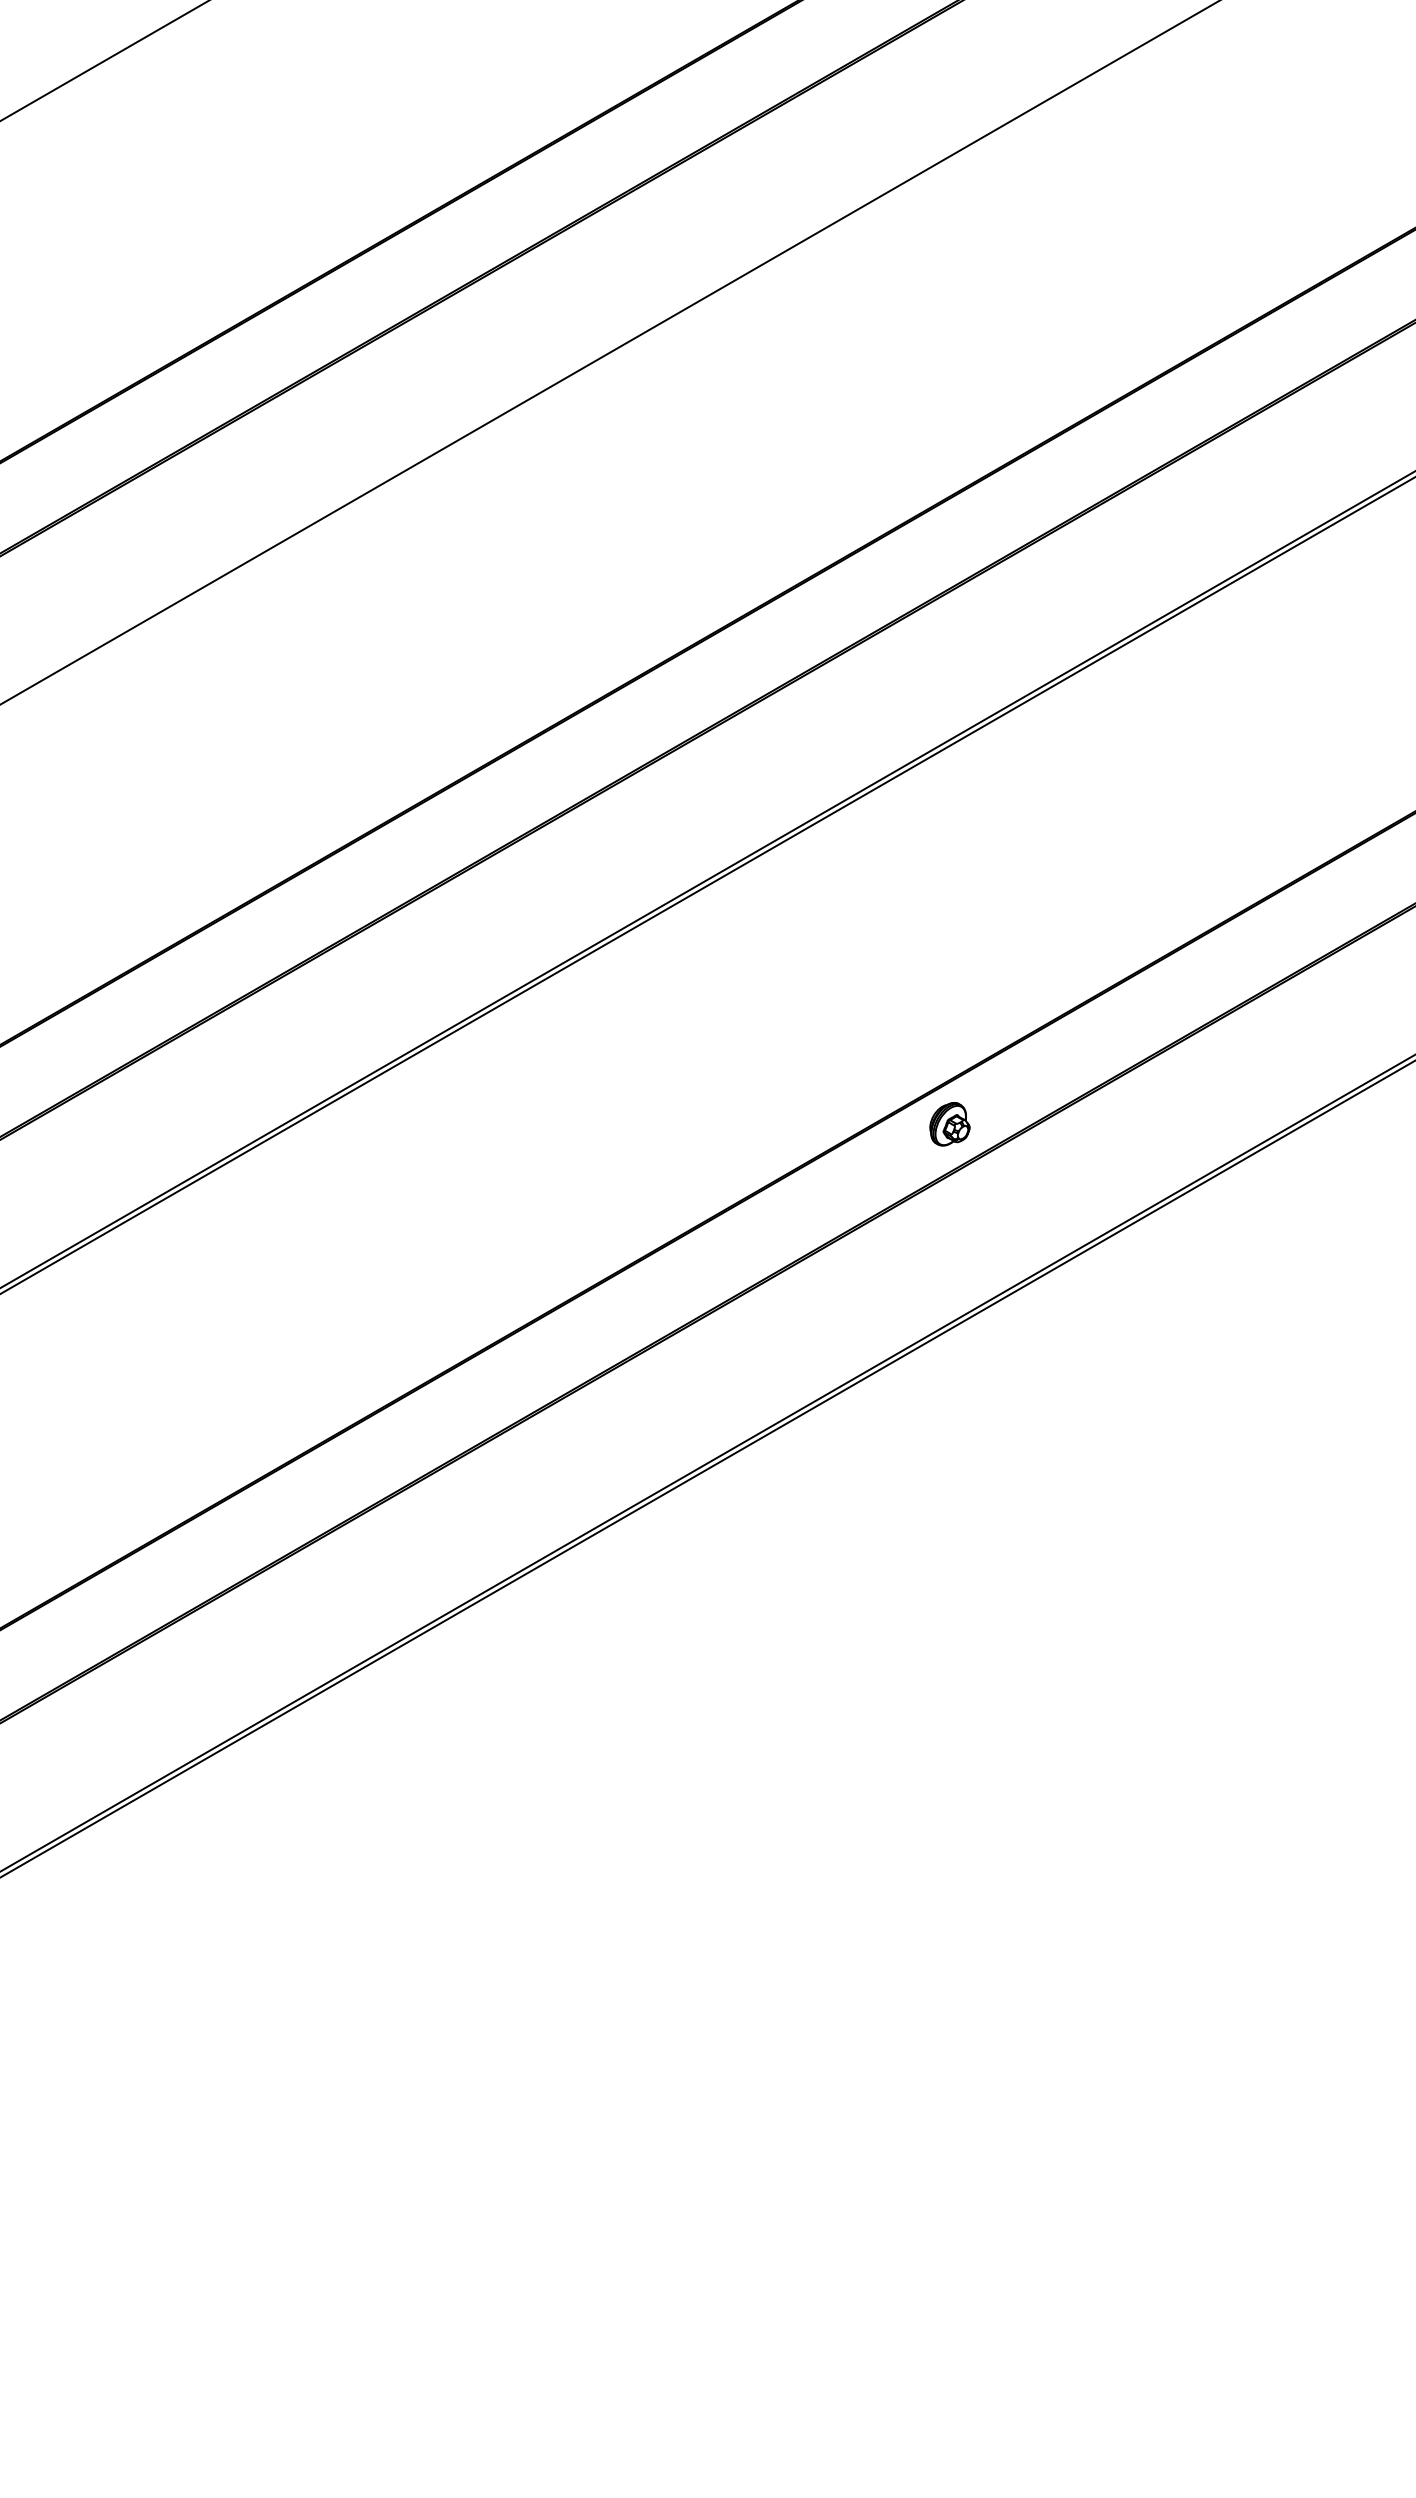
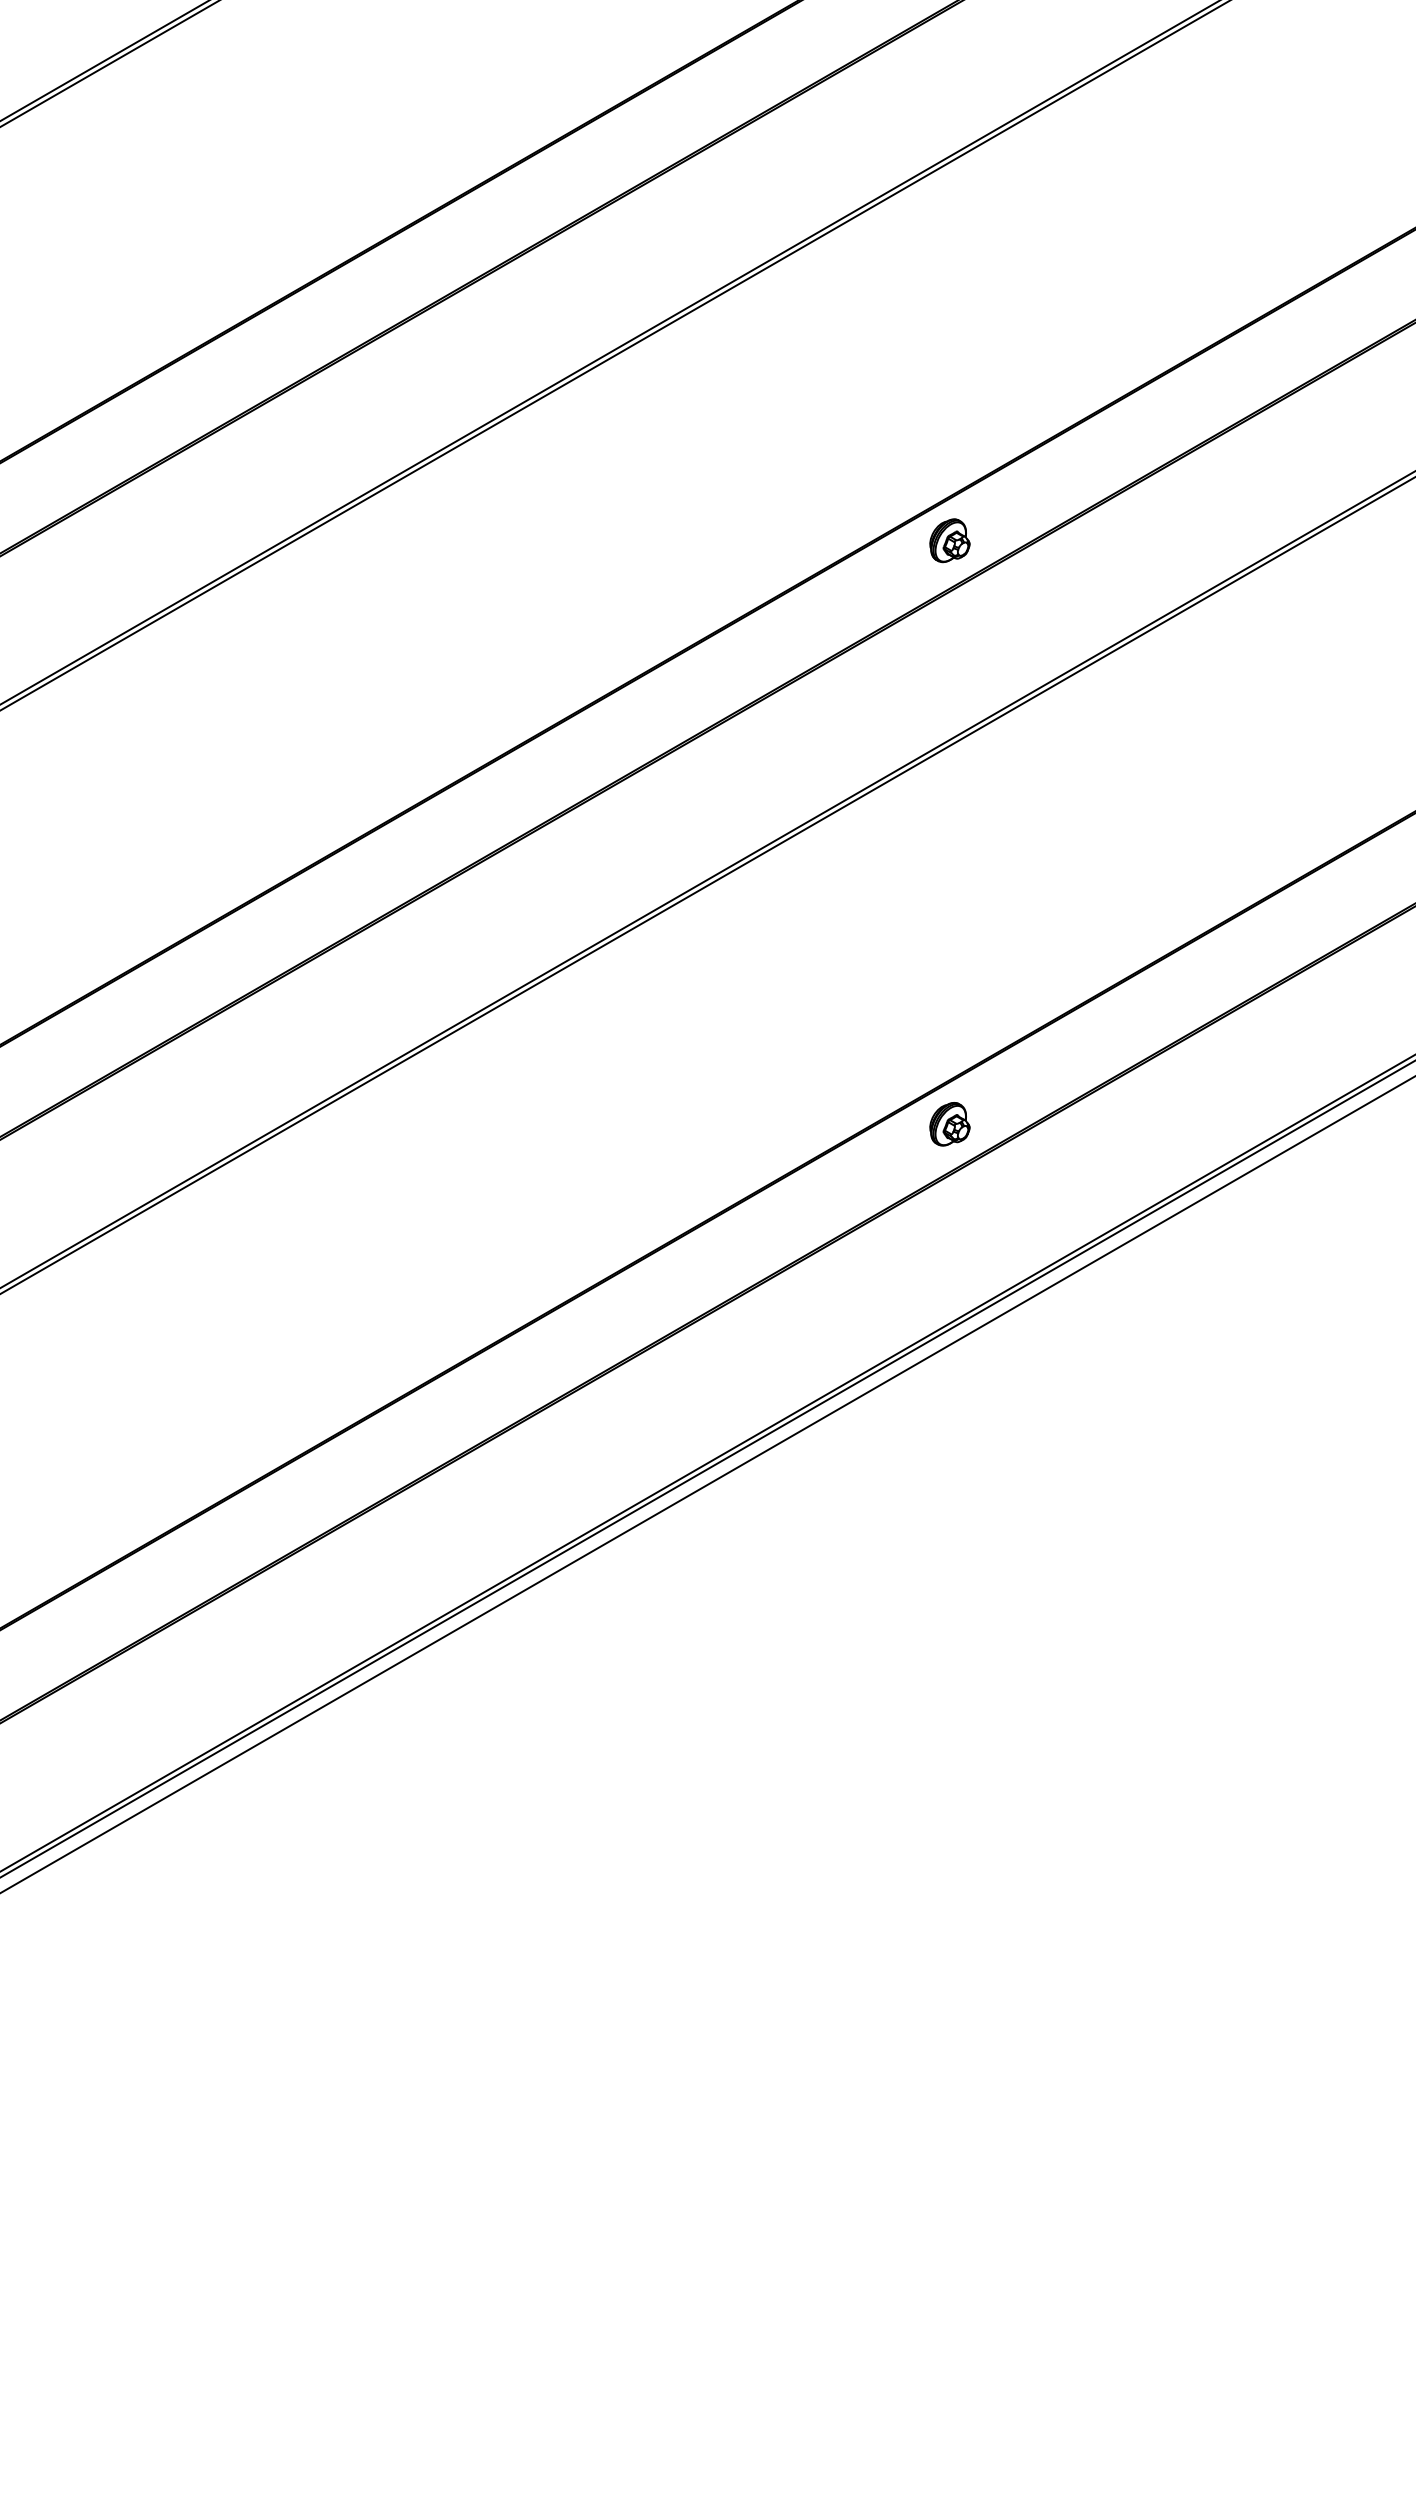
line at (109, 63): none -> present
line at (614, 355): none -> present
part at (949, 540): none -> present
line at (707, 1484): none -> present
